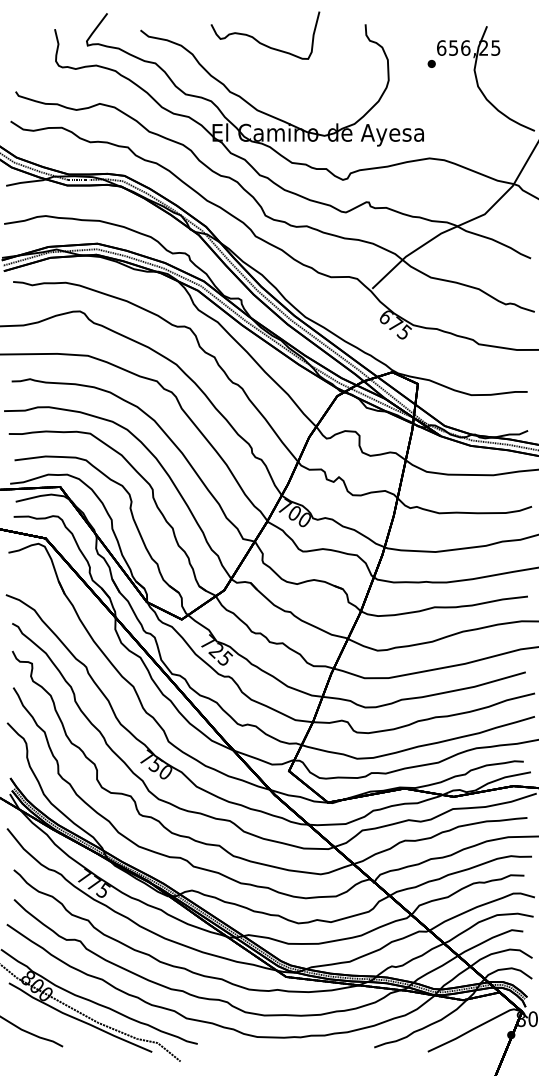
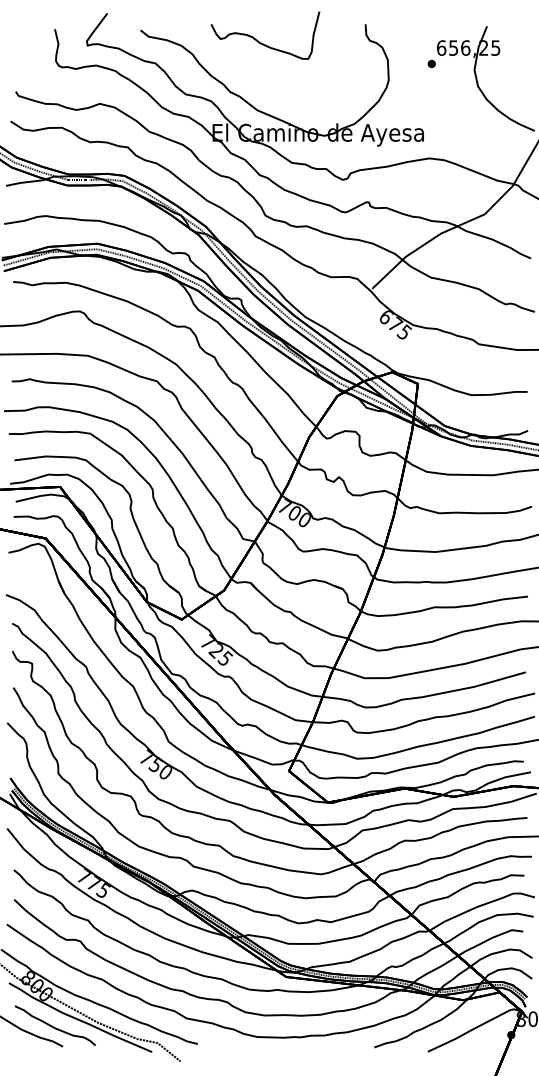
curve at (54, 1026): none -> present
